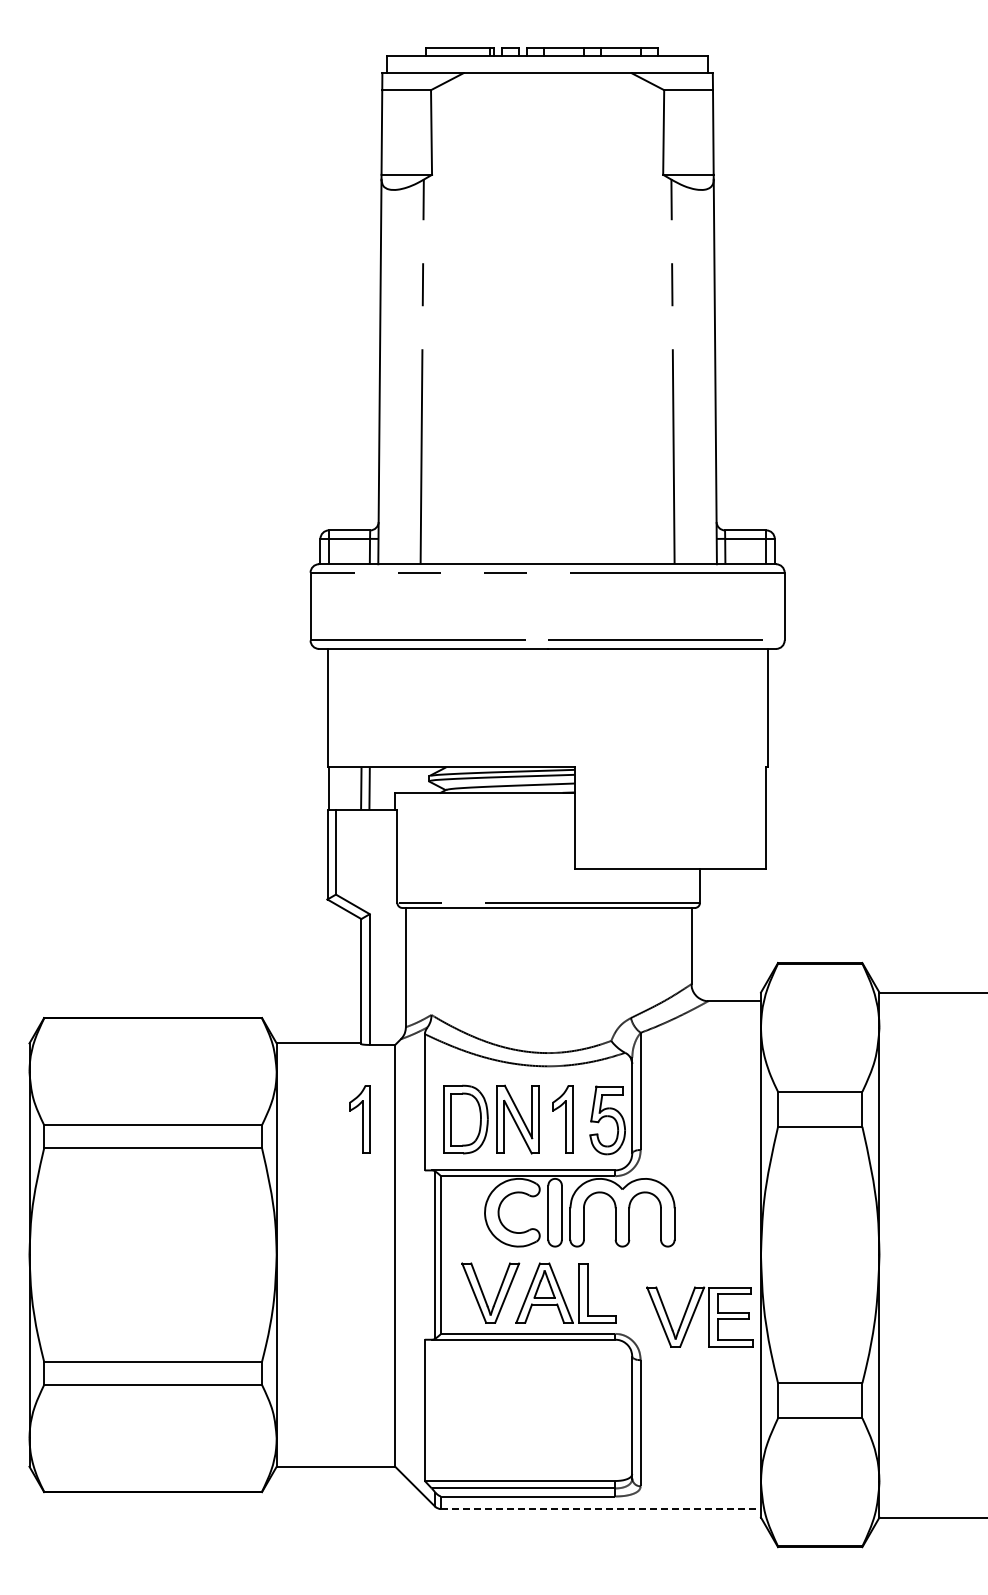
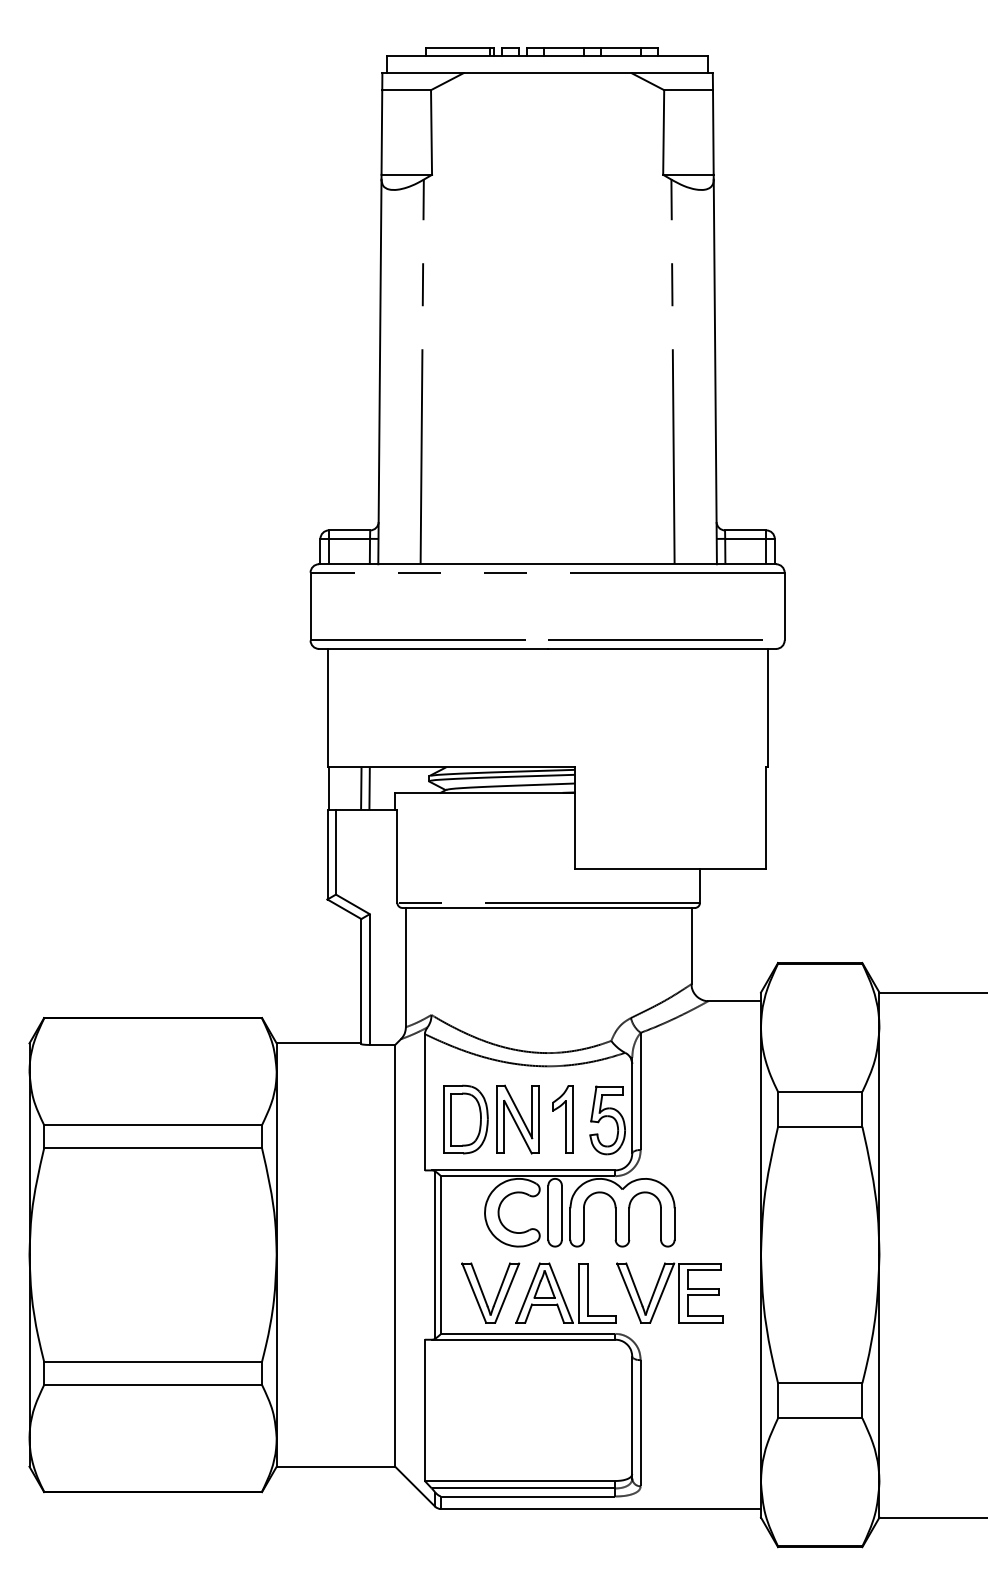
part at (359, 1119): present -> none
part at (699, 1316) position: (699, 1316) -> (669, 1292)
line at (601, 1509): dashed -> solid
